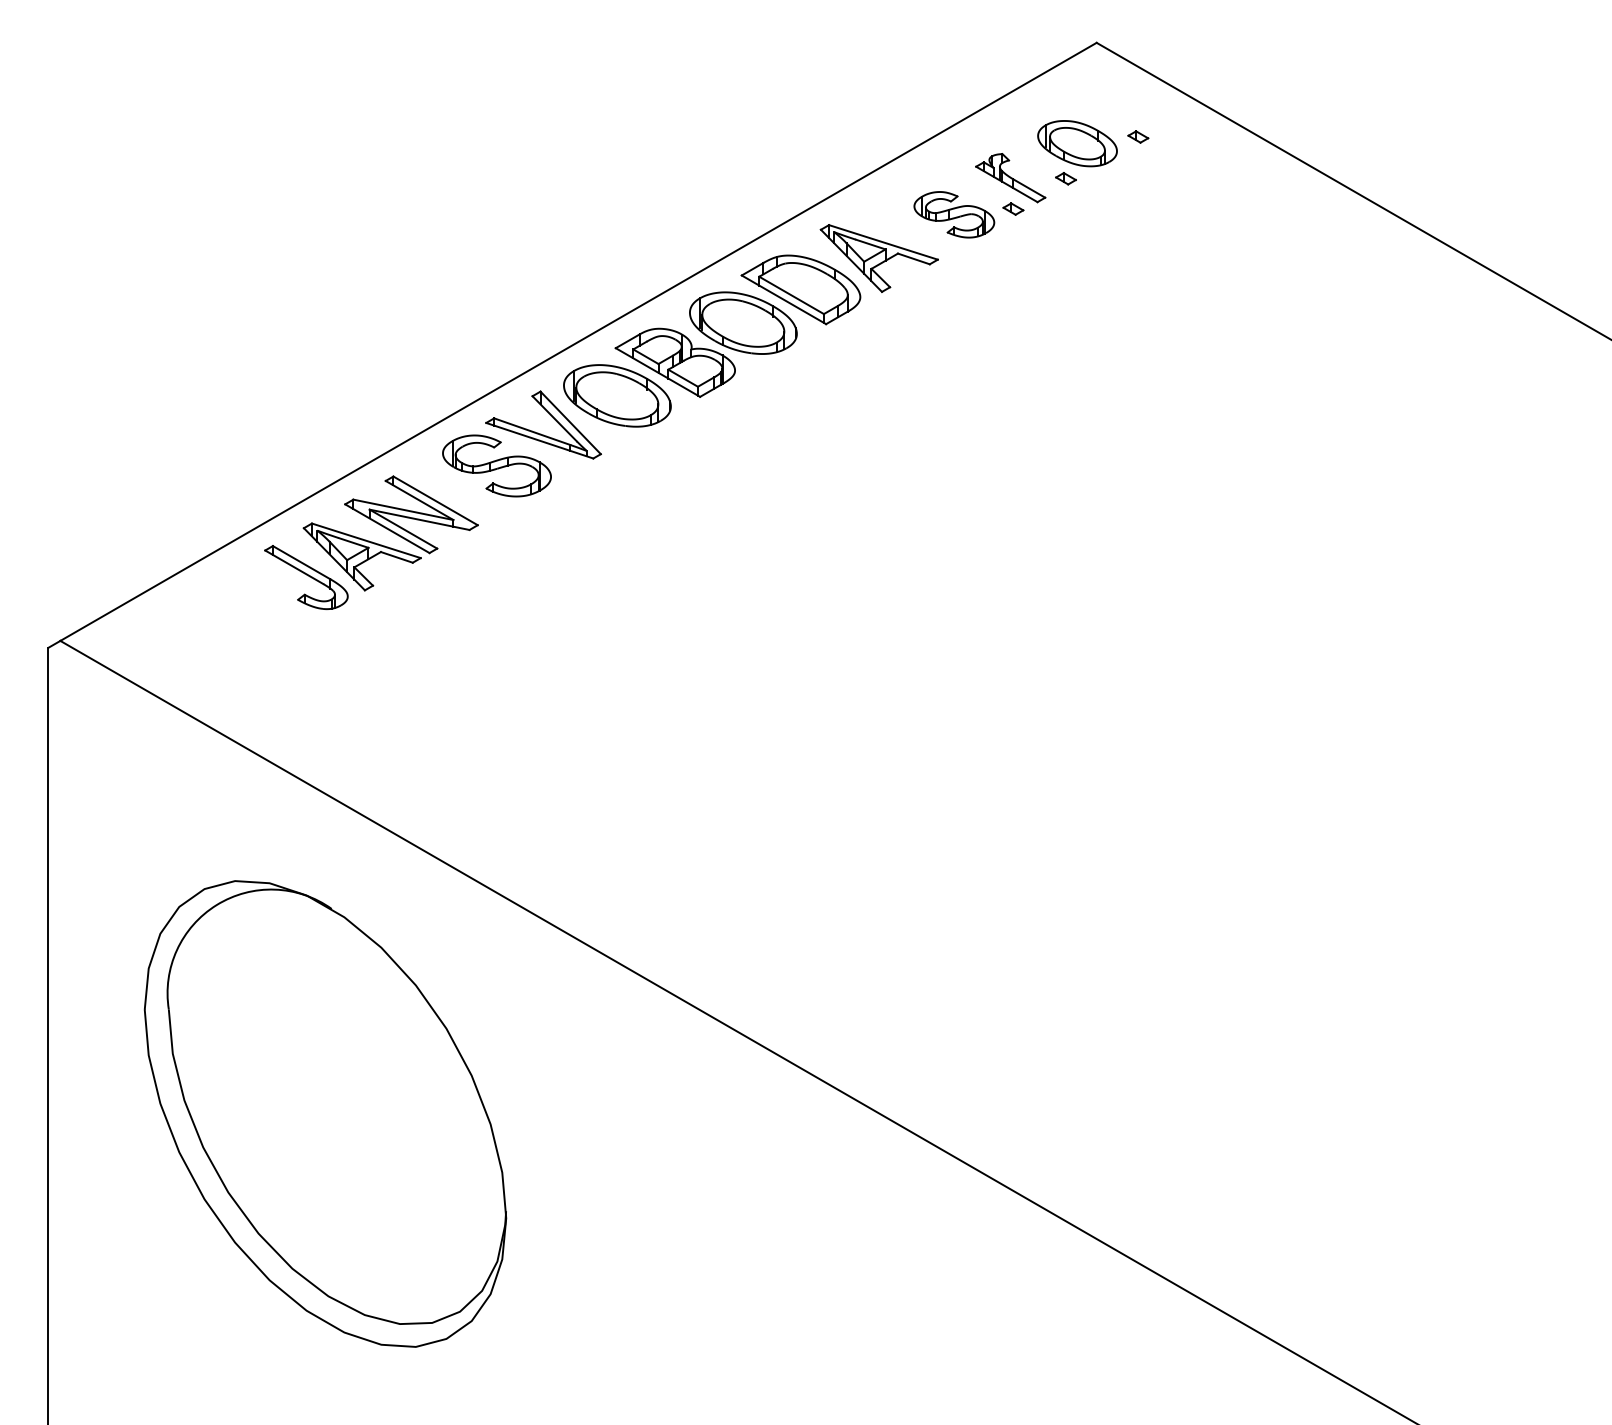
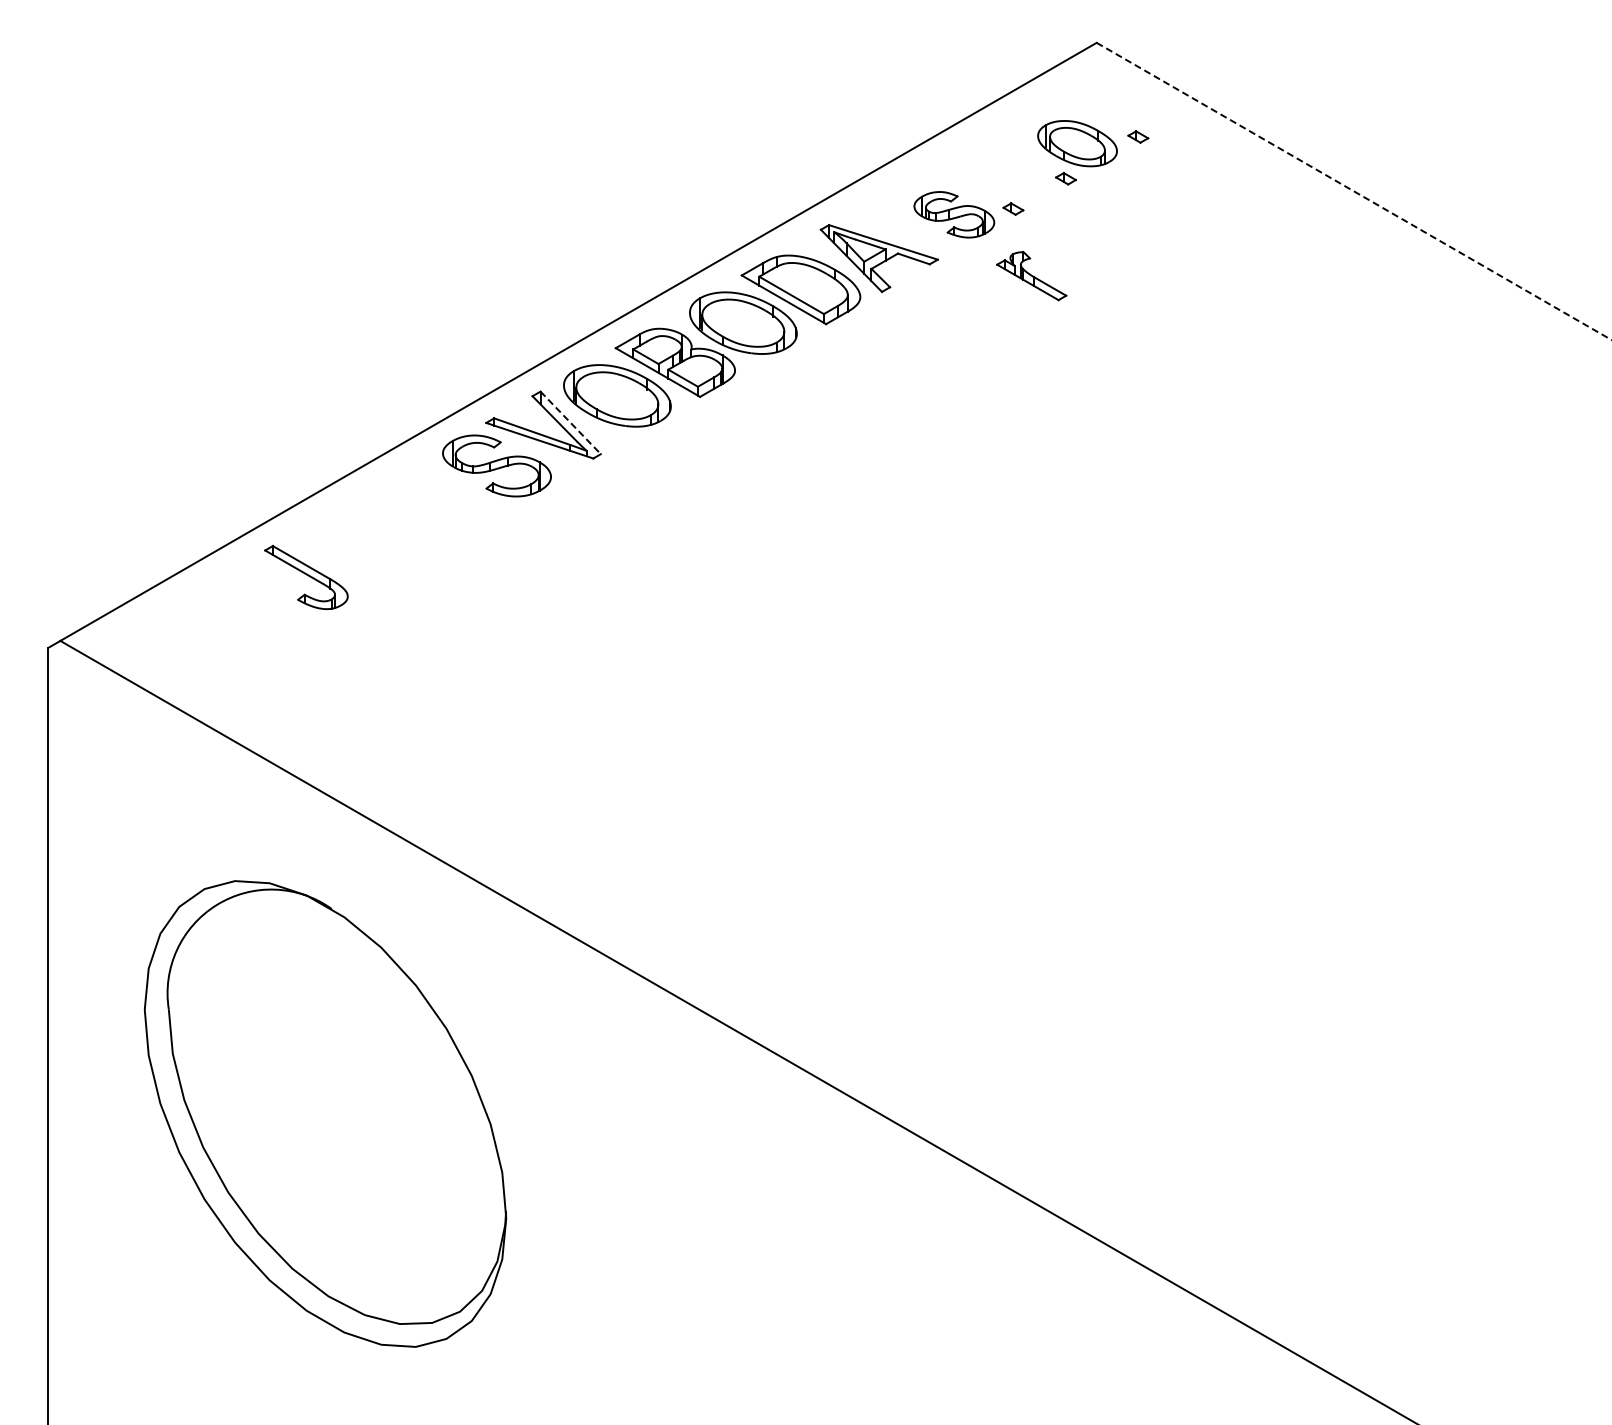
part at (1010, 178) position: (1010, 178) -> (1031, 276)
line at (1353, 191): solid -> dashed
line at (571, 423): solid -> dashed
part at (390, 533): present -> none
